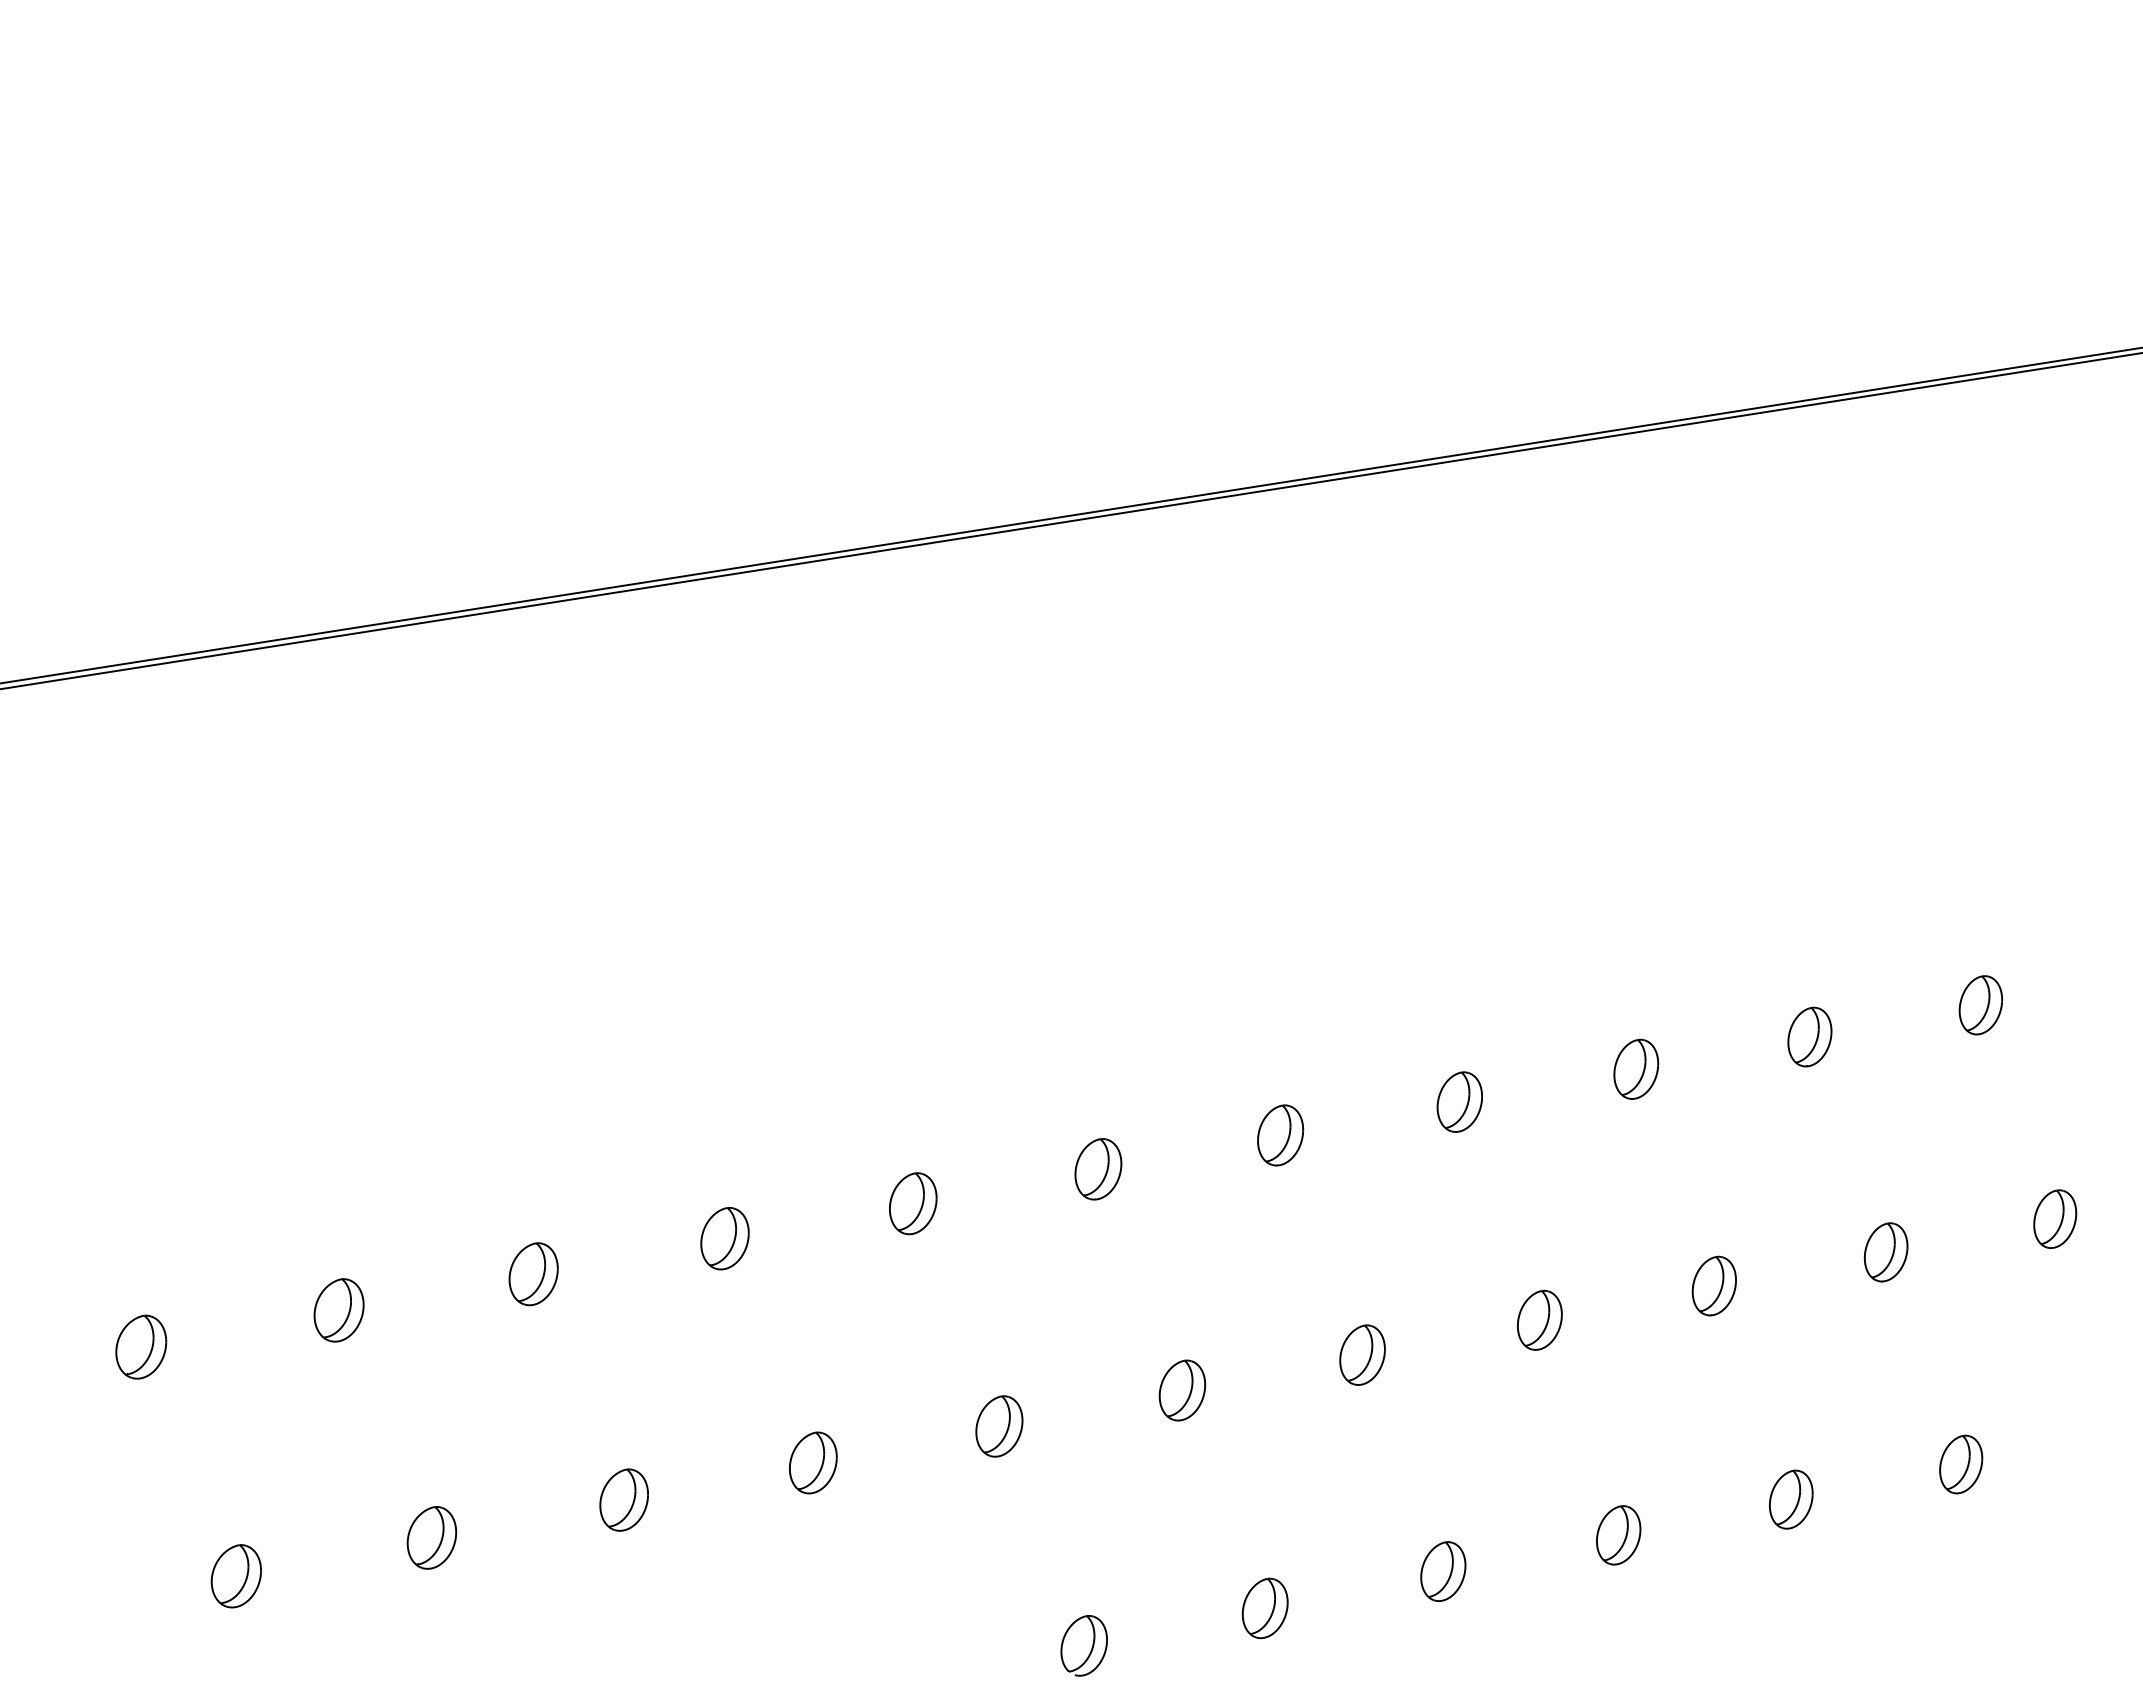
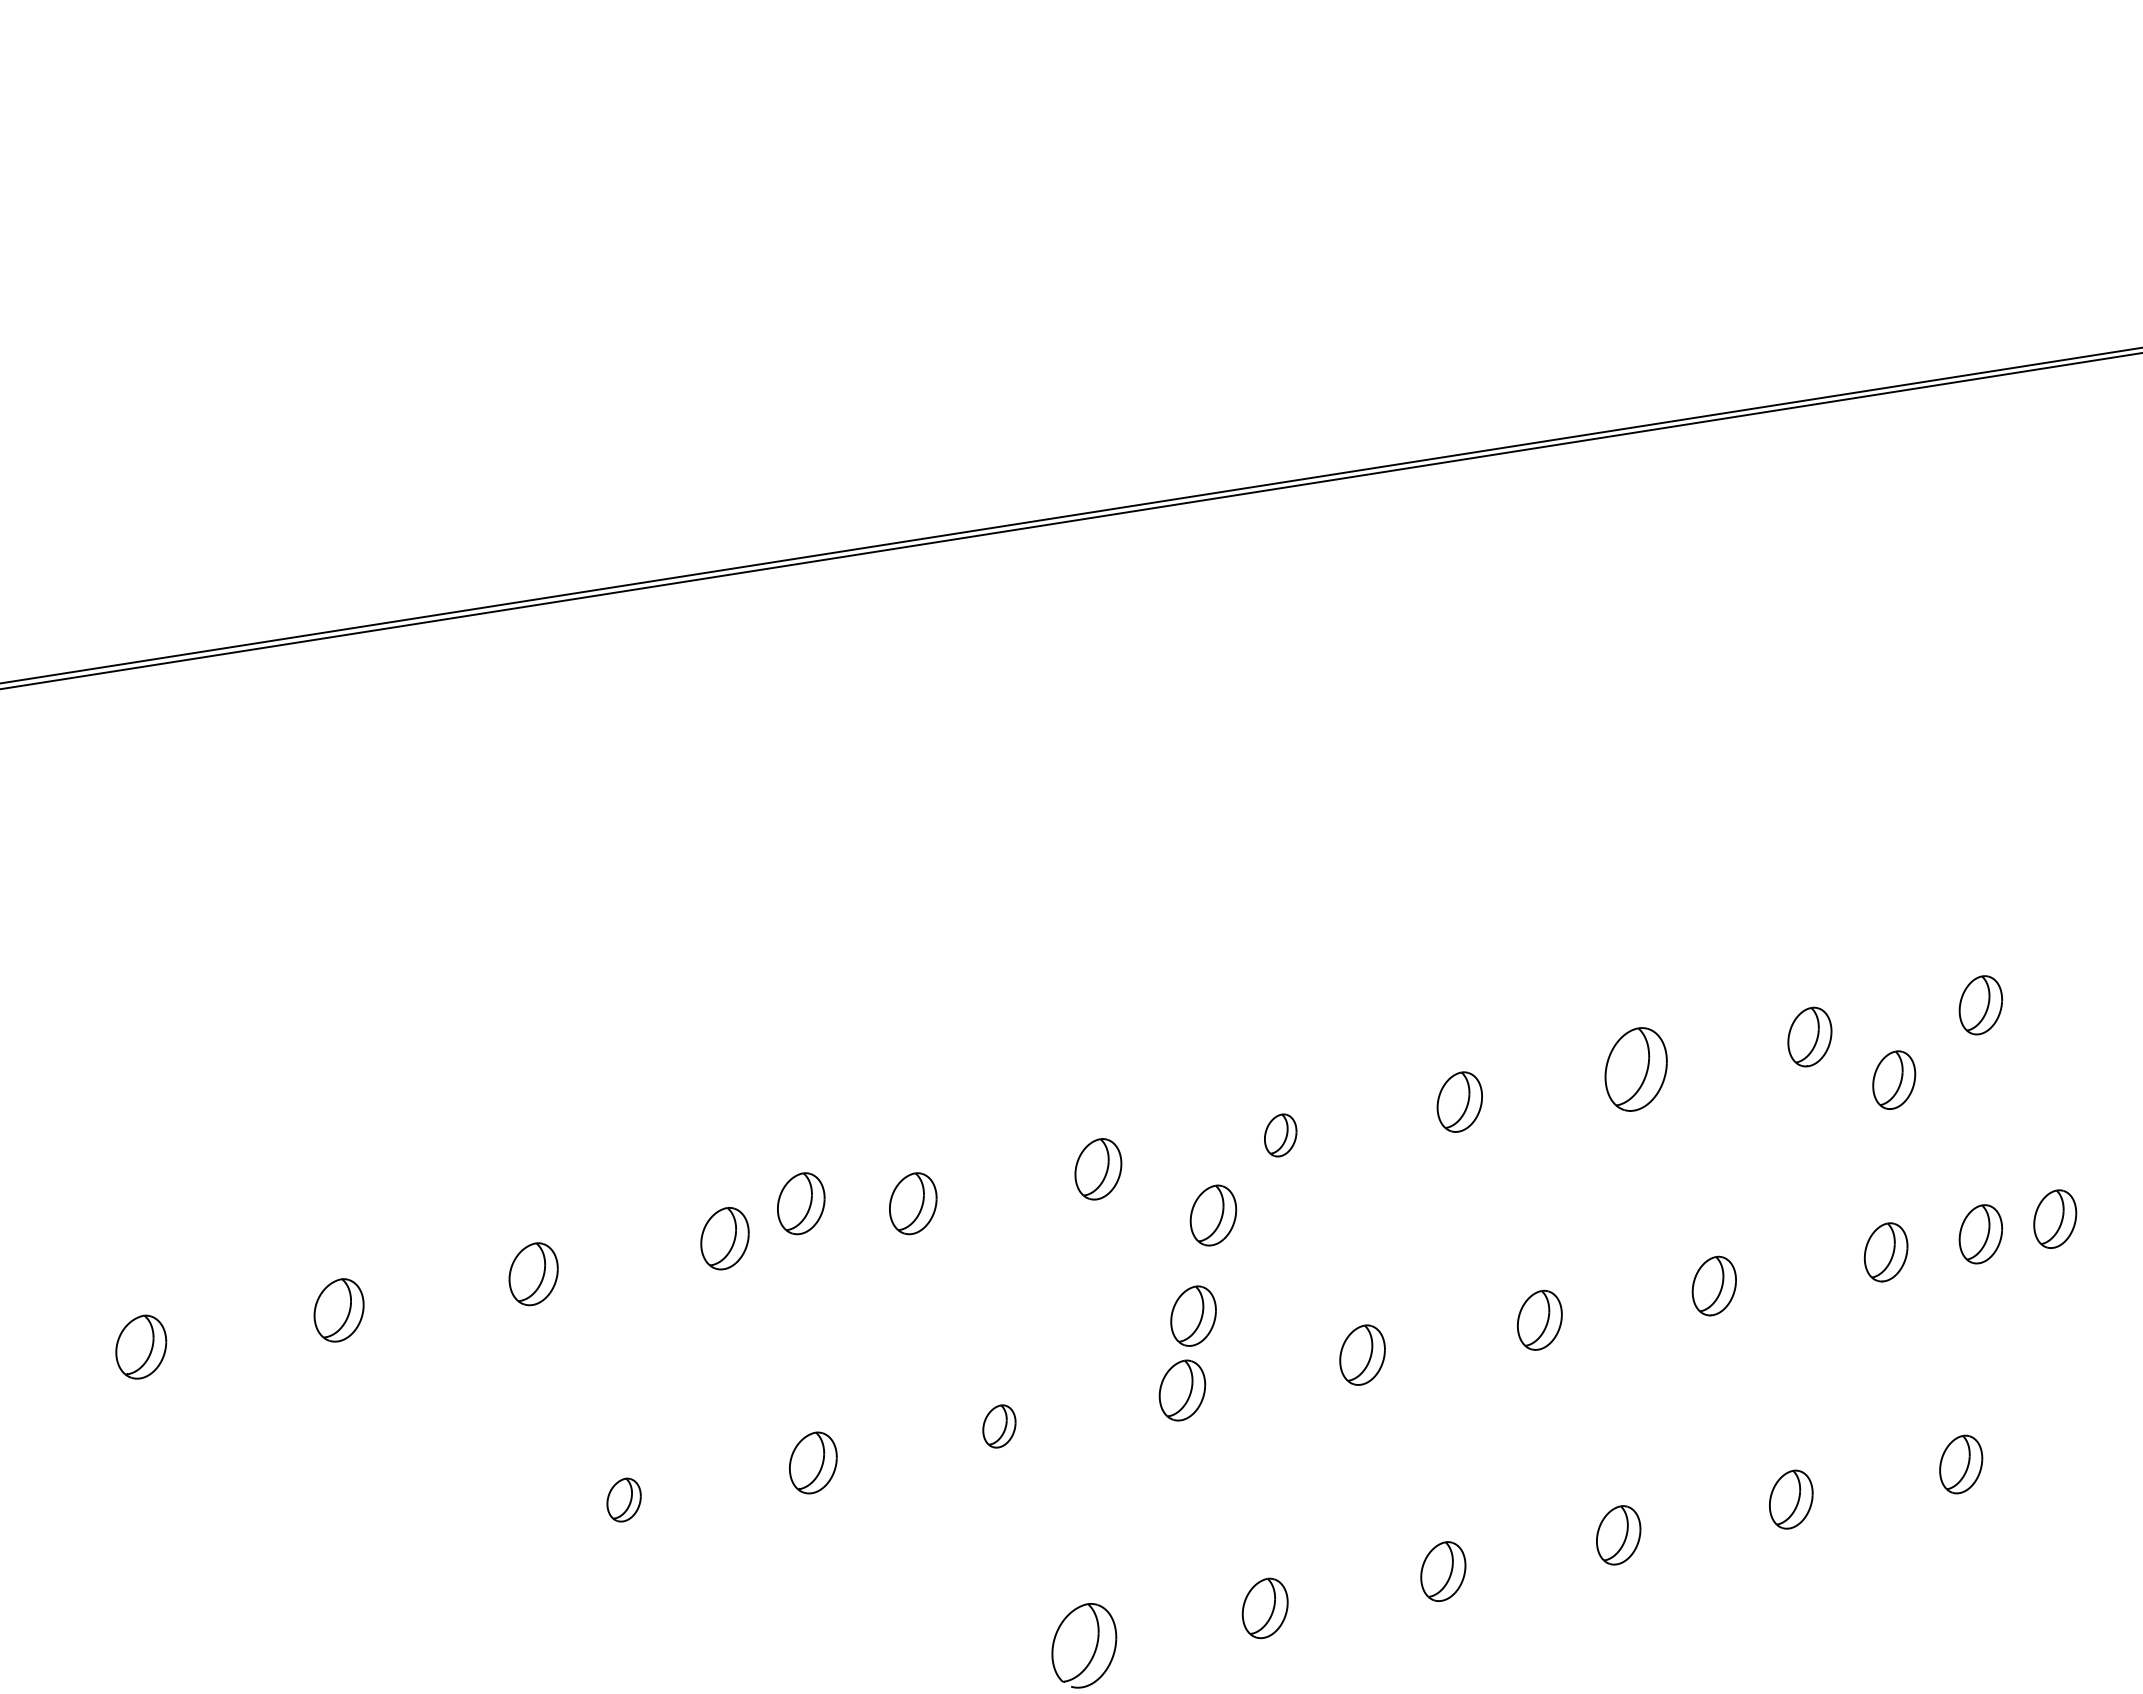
part at (1636, 1068) size: 47x62 px -> 64x85 px
part at (1894, 1079): none -> present
part at (1280, 1135) size: 48x63 px -> 34x45 px
part at (801, 1203): none -> present
part at (1213, 1215): none -> present
part at (1980, 1234): none -> present
part at (1193, 1315): none -> present
part at (999, 1426) size: 49x63 px -> 35x45 px
part at (623, 1499) size: 50x64 px -> 36x46 px
part at (431, 1537): present -> none
part at (235, 1576): present -> none
part at (1083, 1645) size: 48x62 px -> 67x86 px
